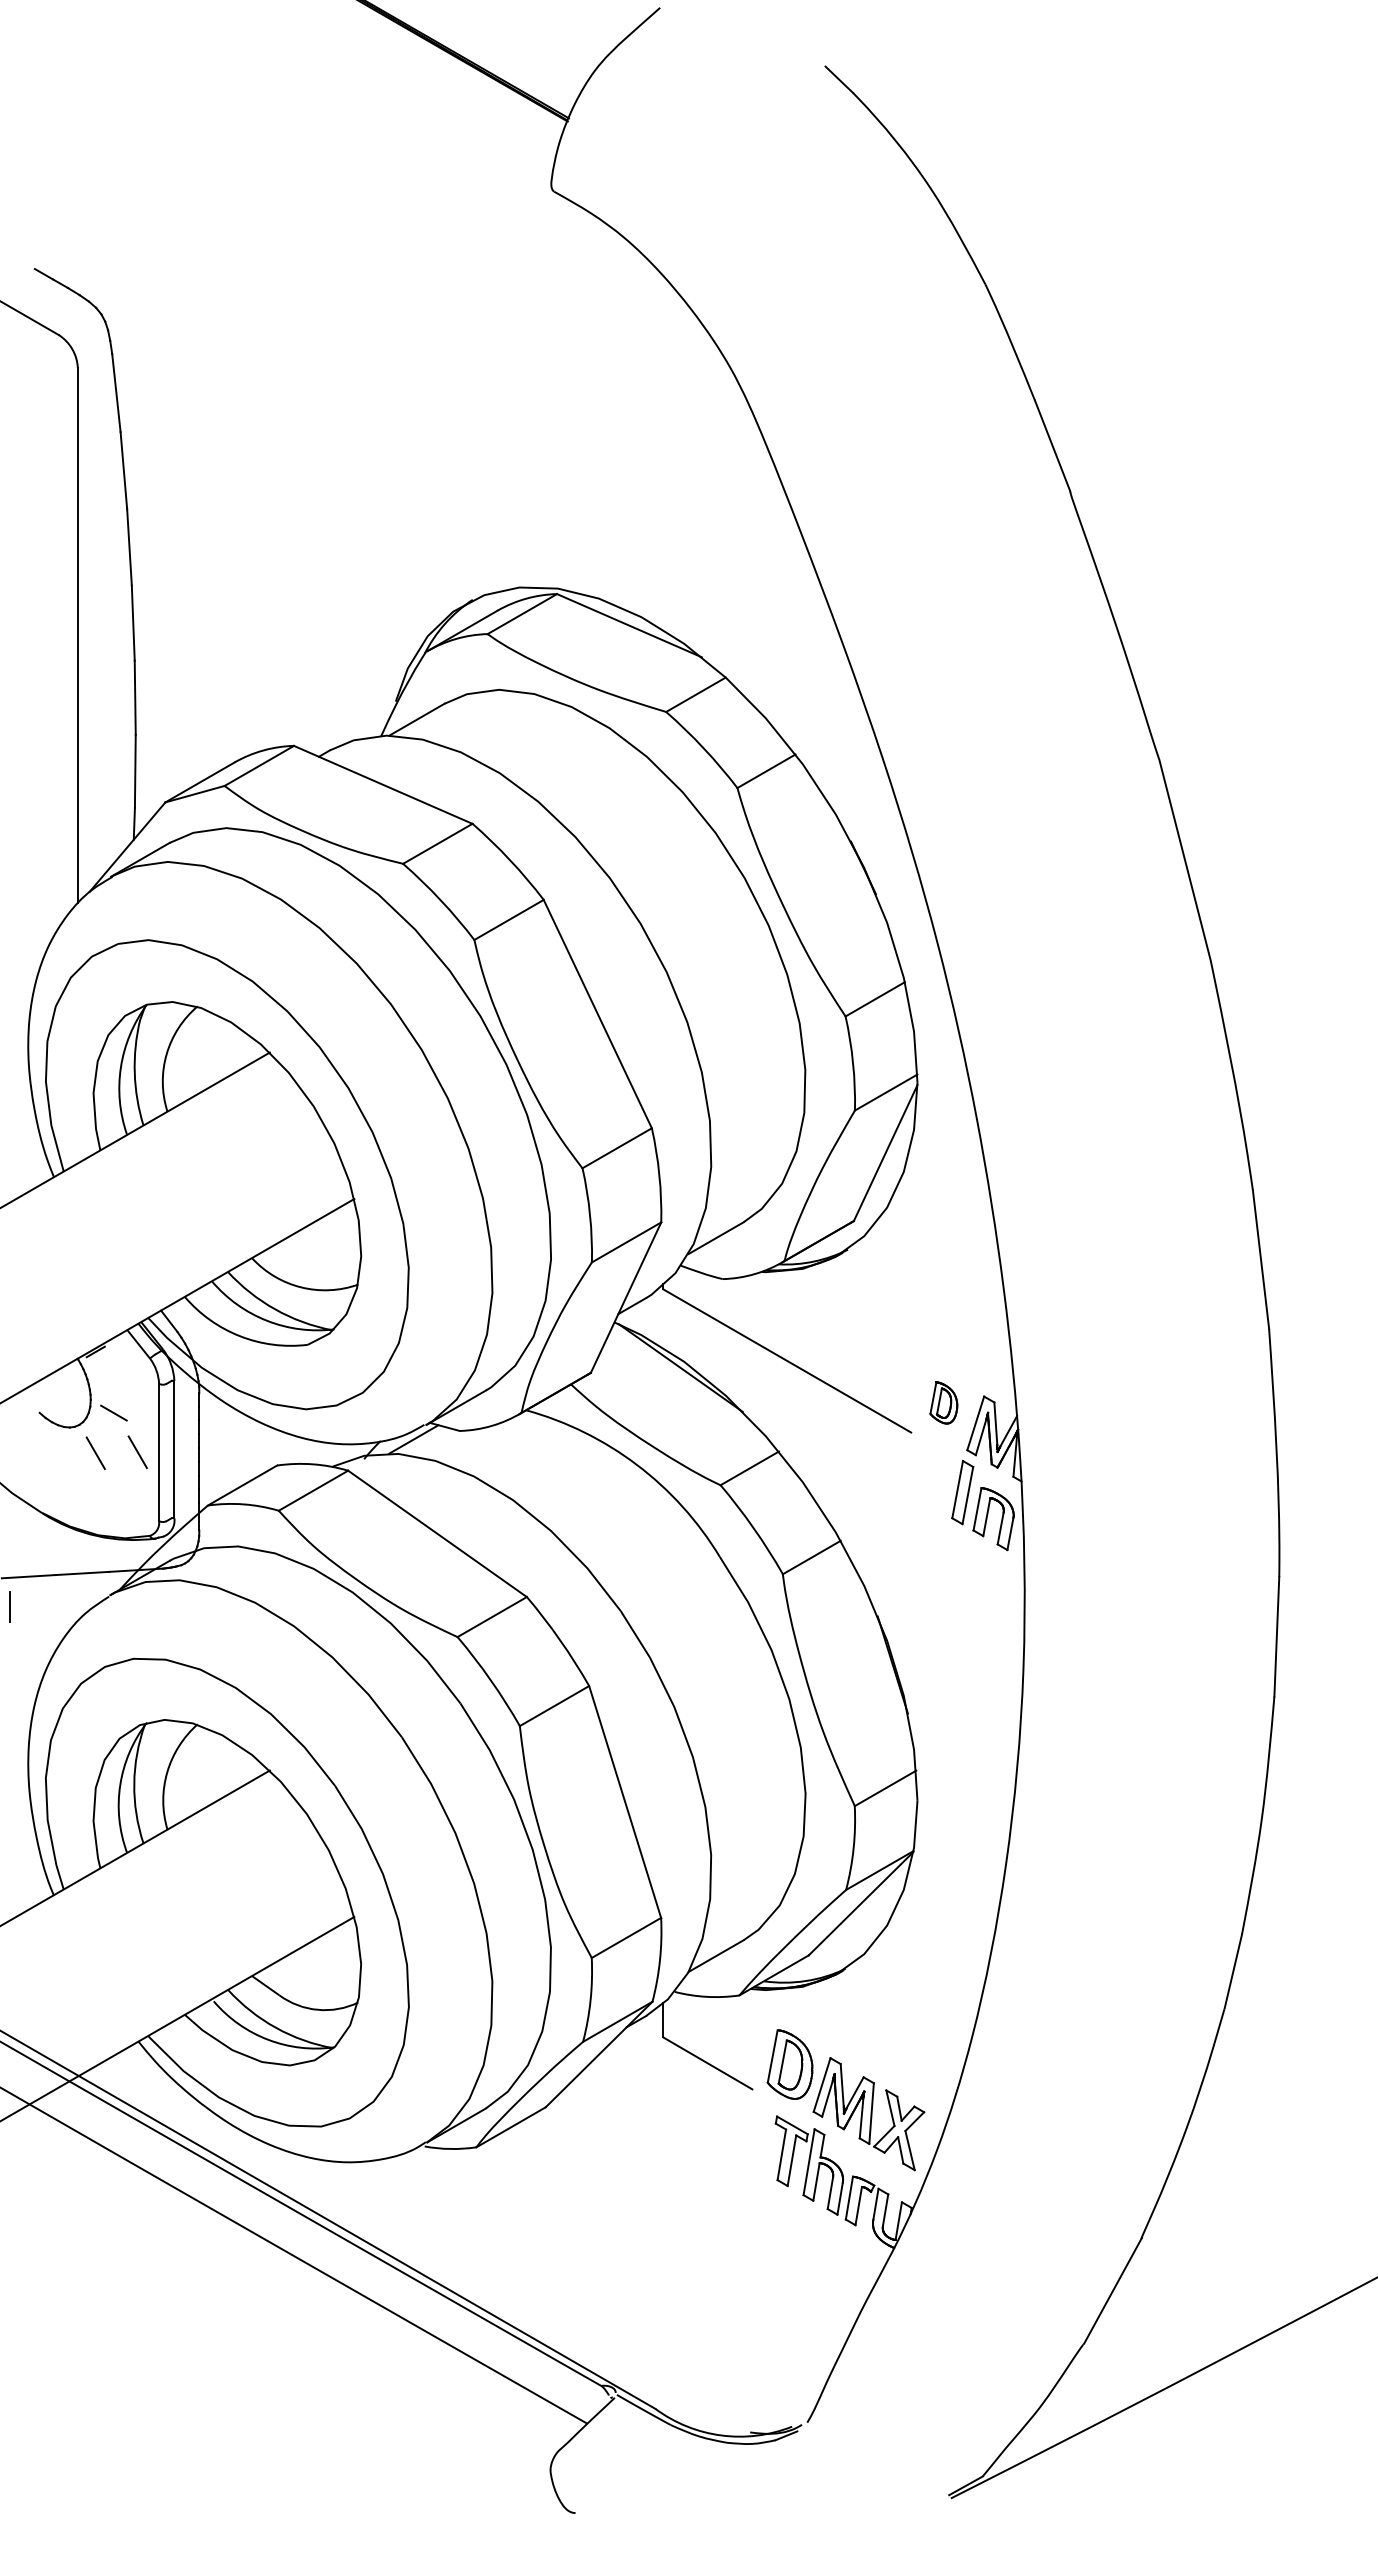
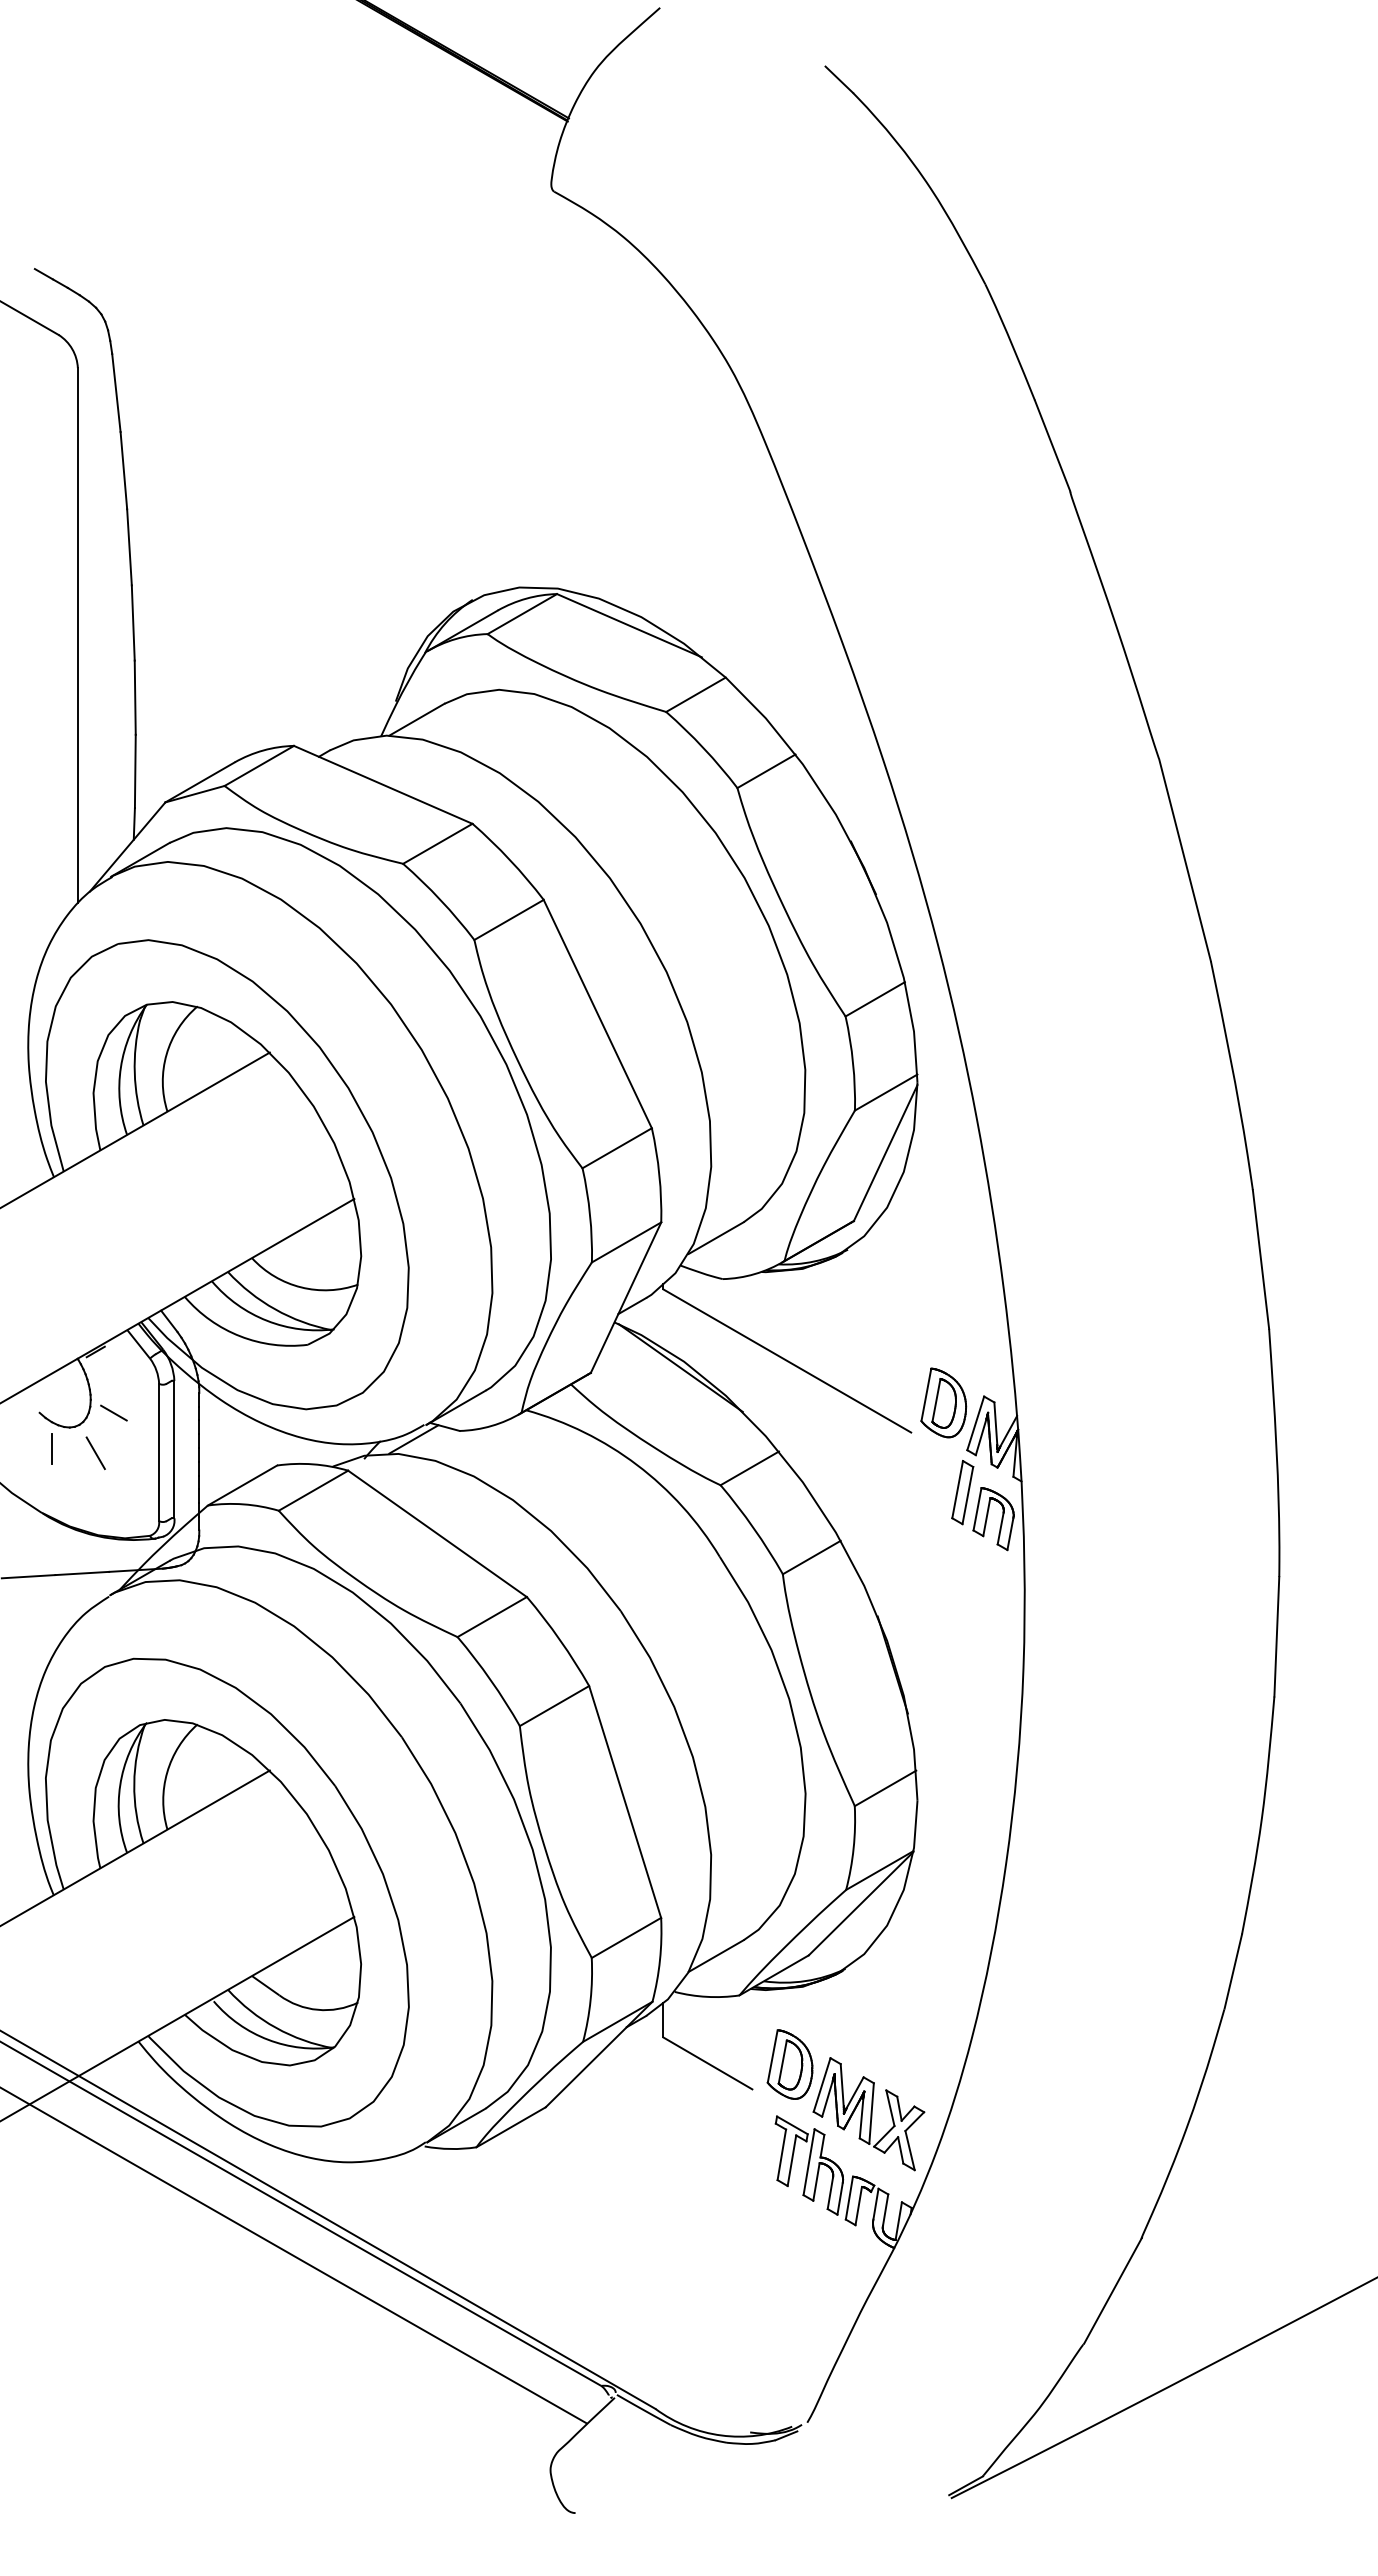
part at (943, 1402) size: 30x44 px -> 48x72 px
line at (137, 1452): present -> none
line at (9, 1606) position: (9, 1606) -> (51, 1448)
